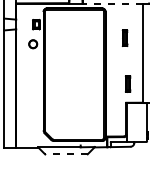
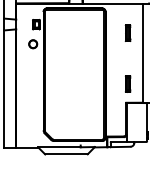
line at (112, 3): dashed -> solid
part at (124, 37) position: (124, 37) -> (127, 32)
line at (66, 154): dashed -> solid
